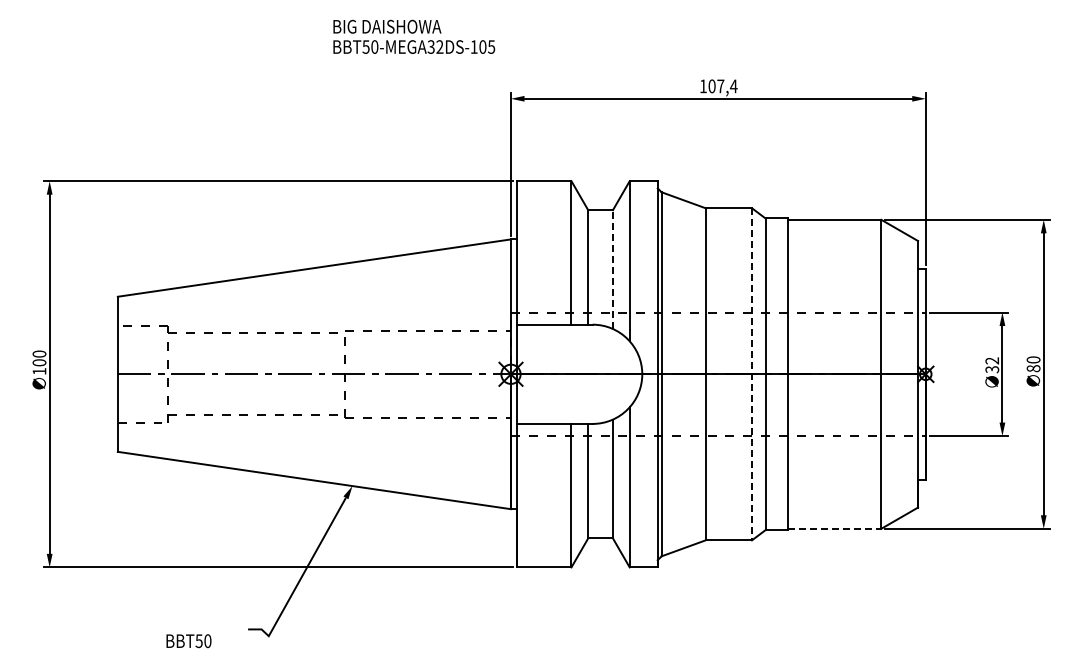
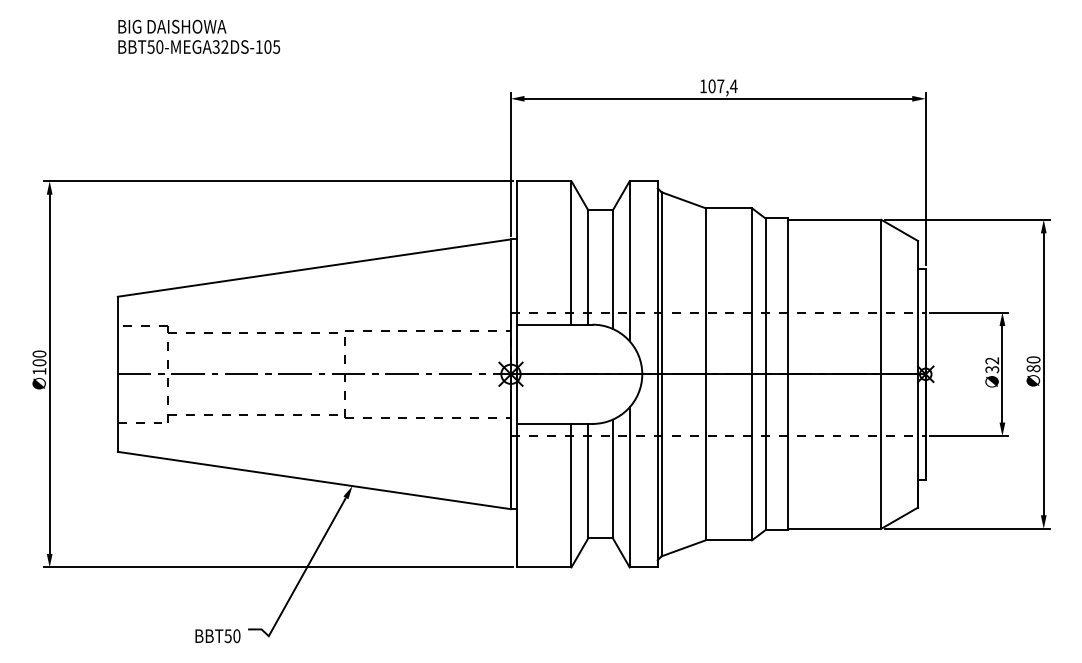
text at (414, 36) position: (414, 36) -> (199, 36)
line at (612, 269): dashed -> solid
line at (751, 374): dashed -> solid
line at (834, 528): dashed -> solid
text at (188, 641) position: (188, 641) -> (217, 636)
